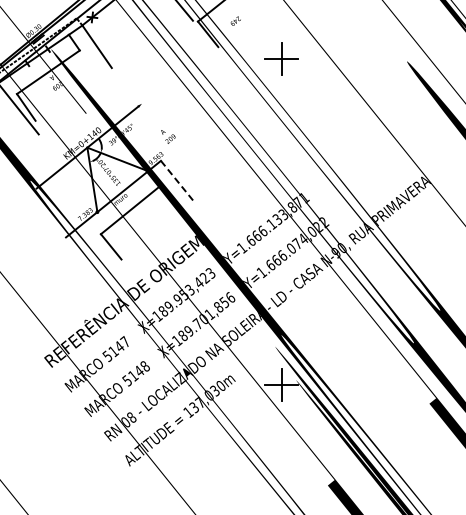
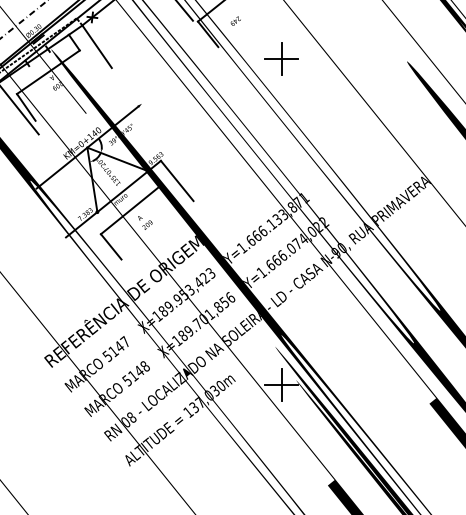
line at (23, 19): none -> present
text at (168, 136) position: (168, 136) -> (145, 222)
line at (177, 180): dashed -> solid
